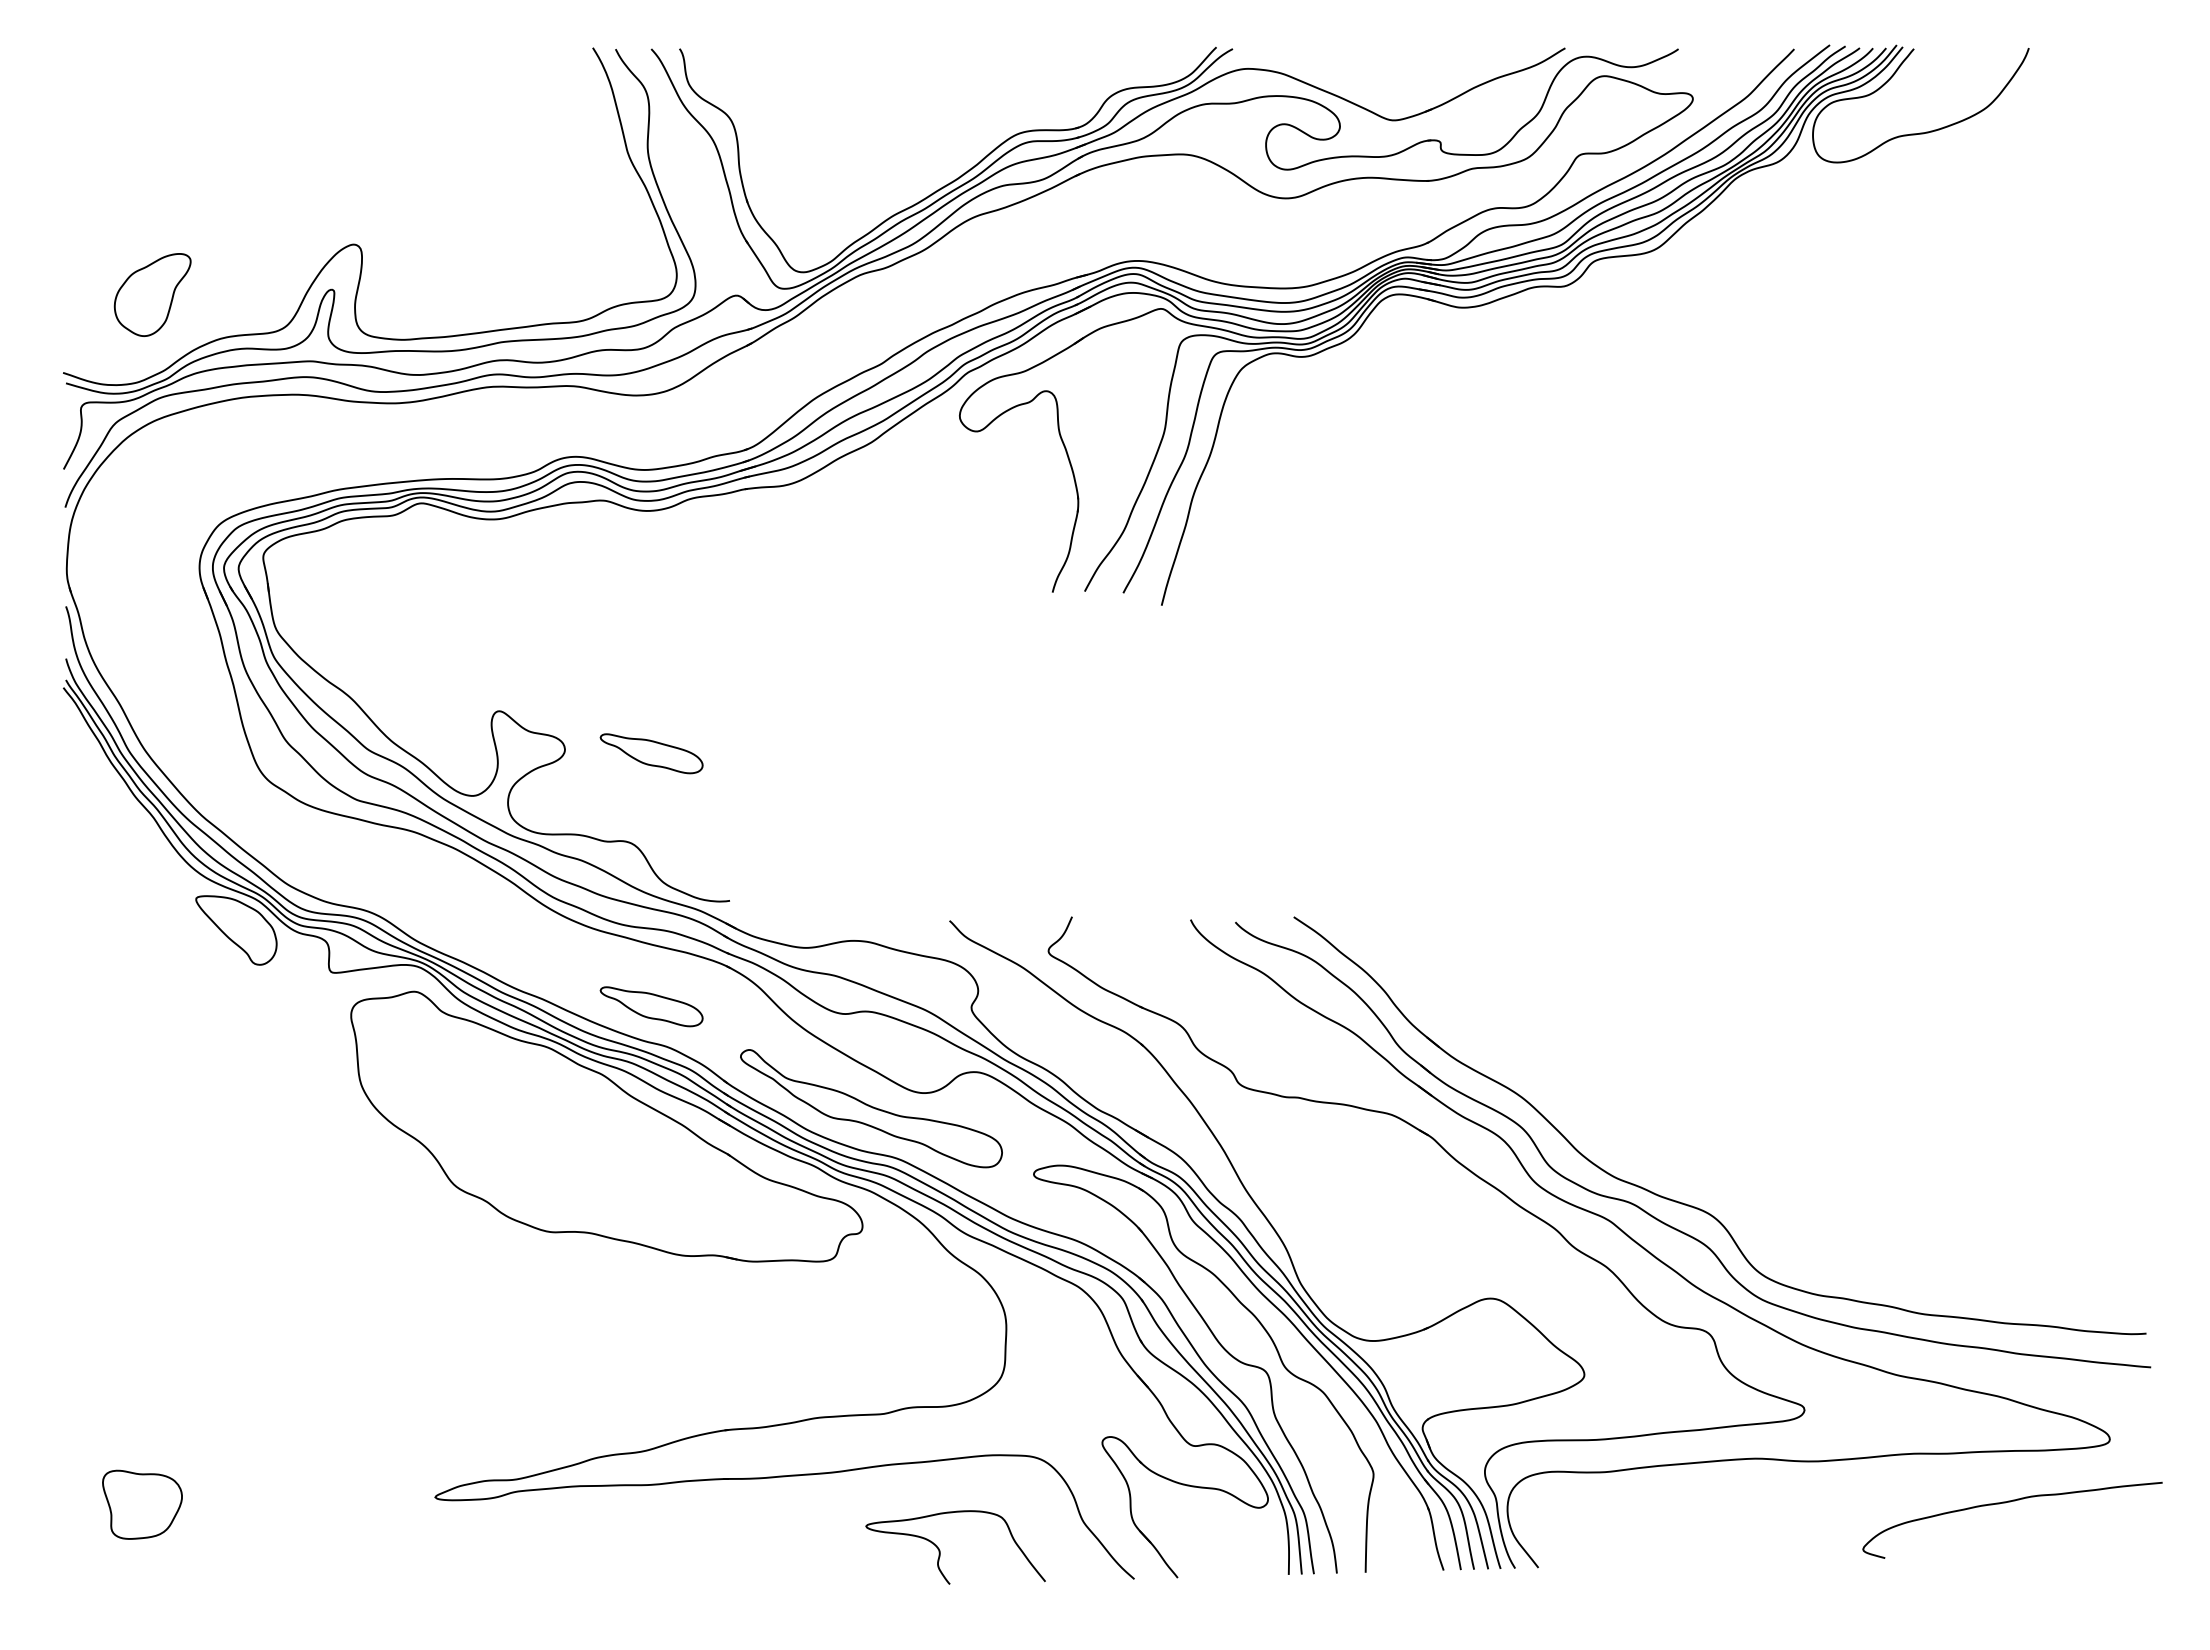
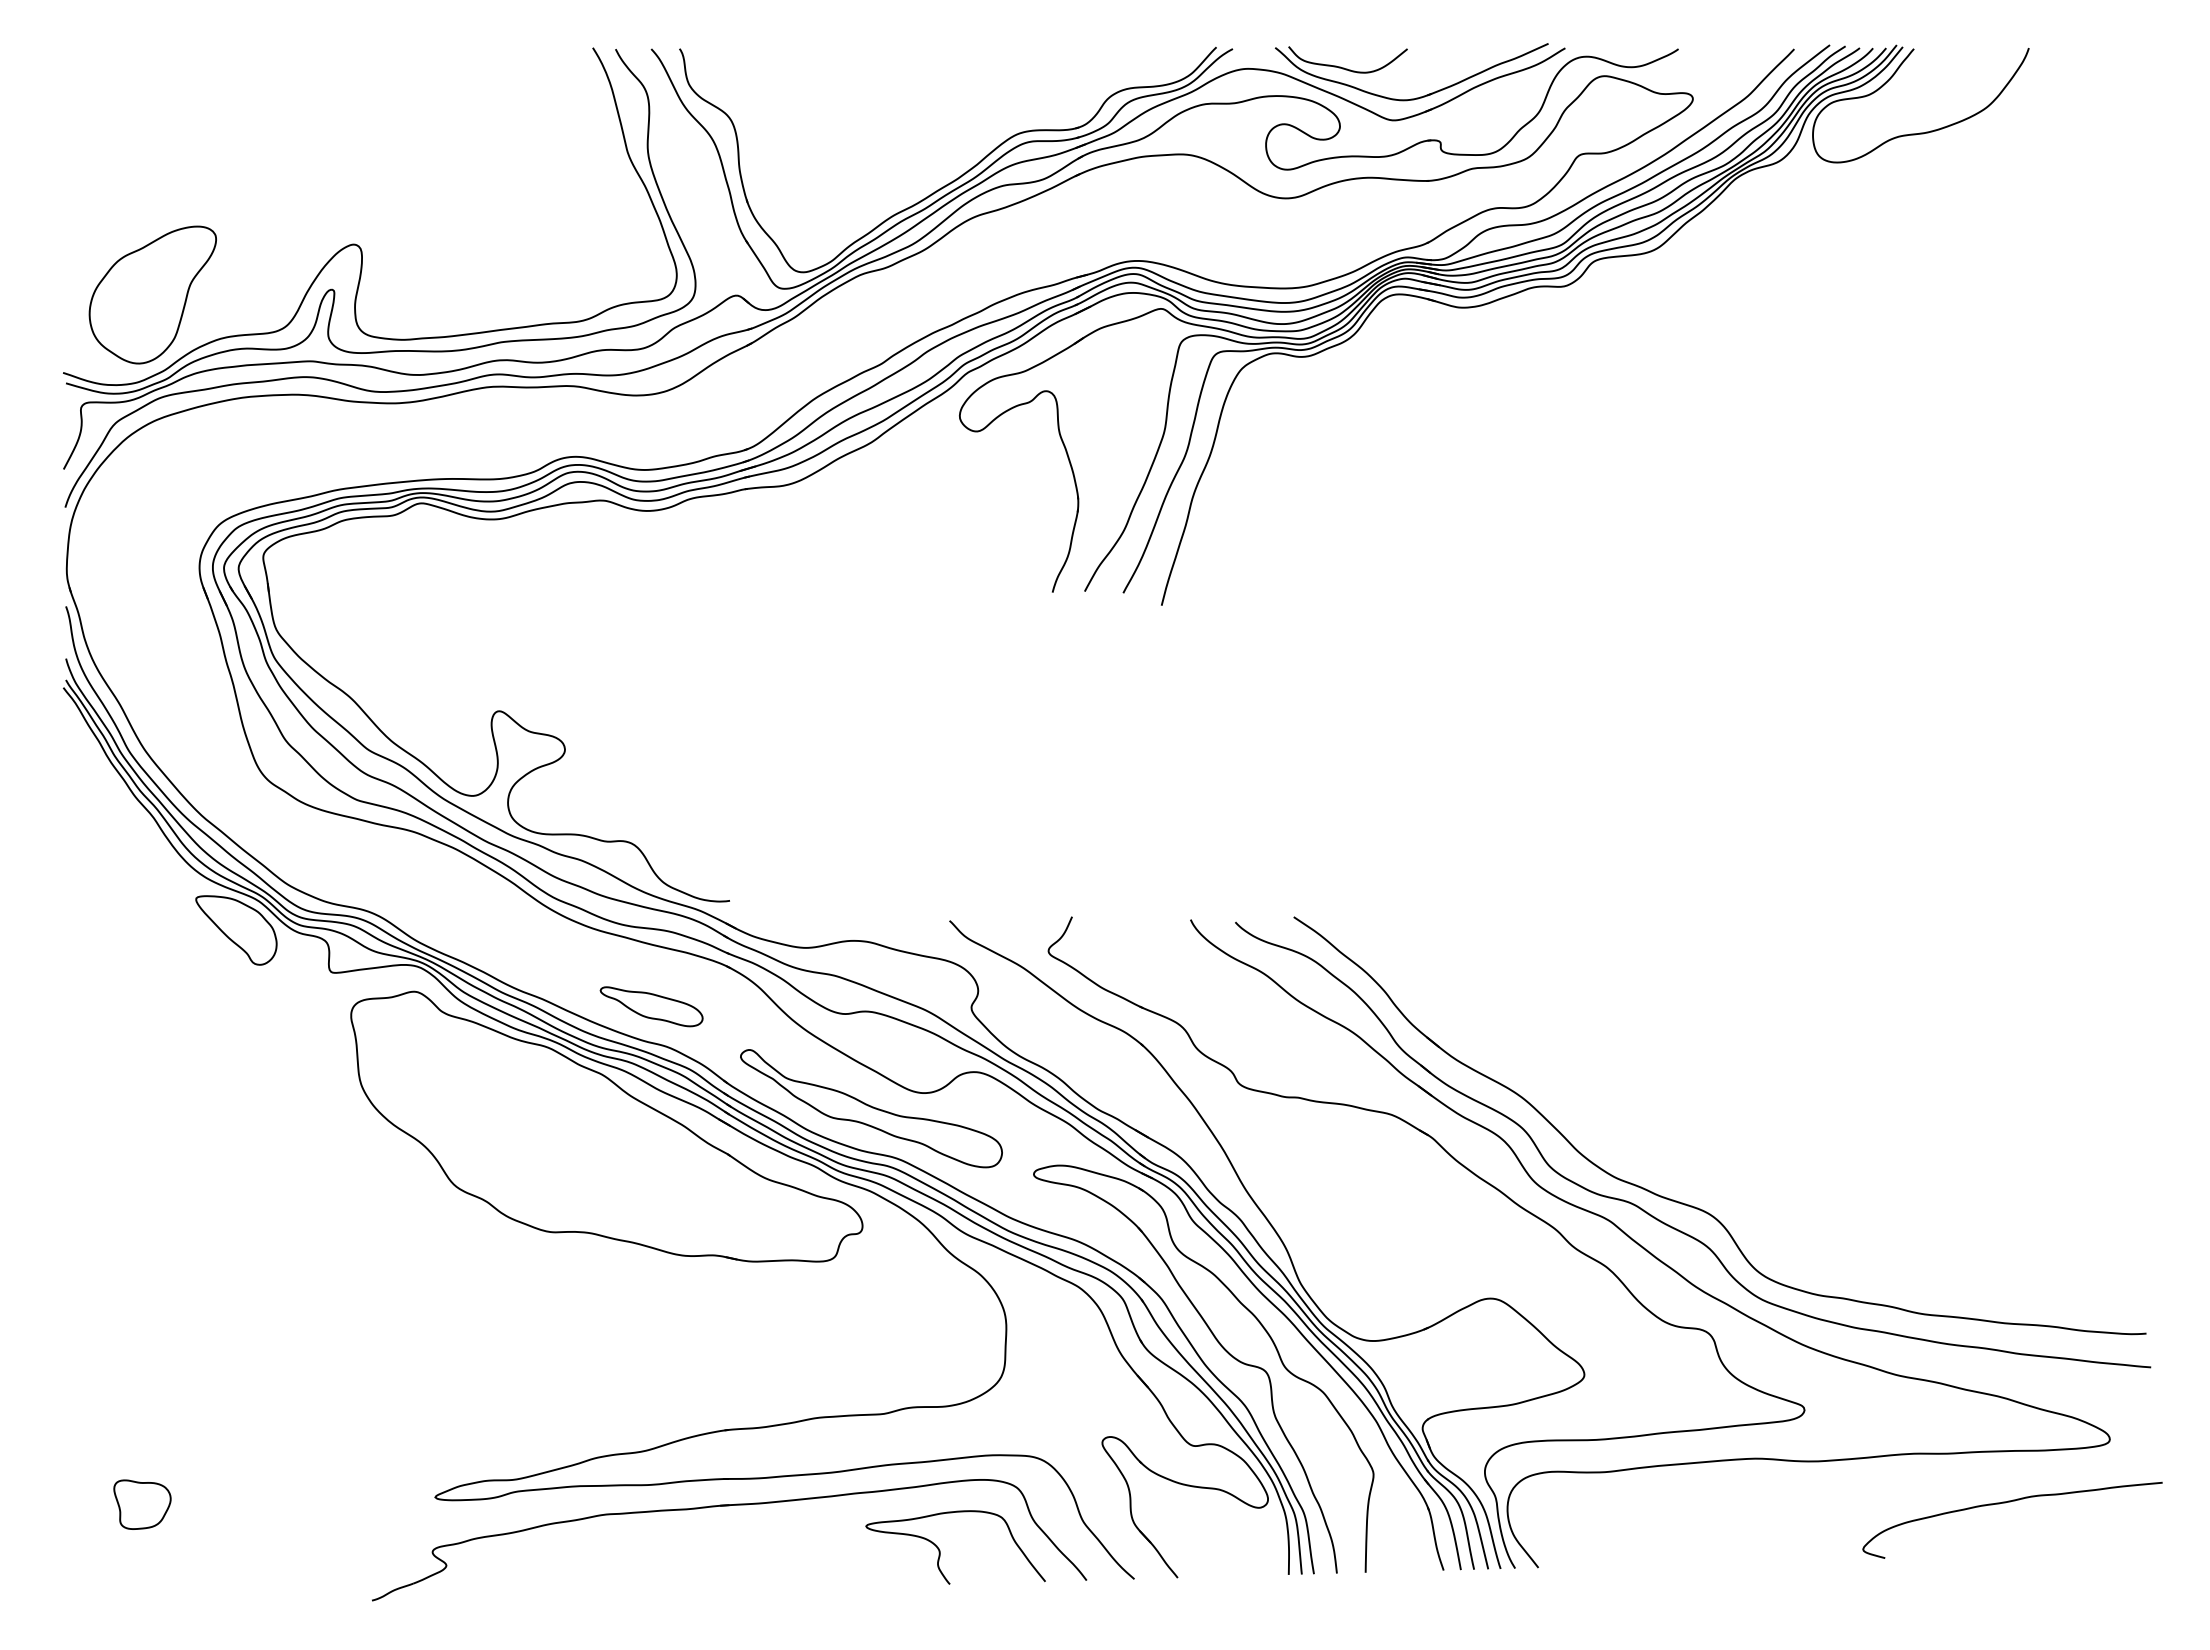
part at (1401, 55): none -> present
part at (152, 294) size: 79x84 px -> 129x140 px
part at (651, 753): present -> none
part at (142, 1504) size: 81x71 px -> 59x51 px
part at (729, 1506): none -> present
